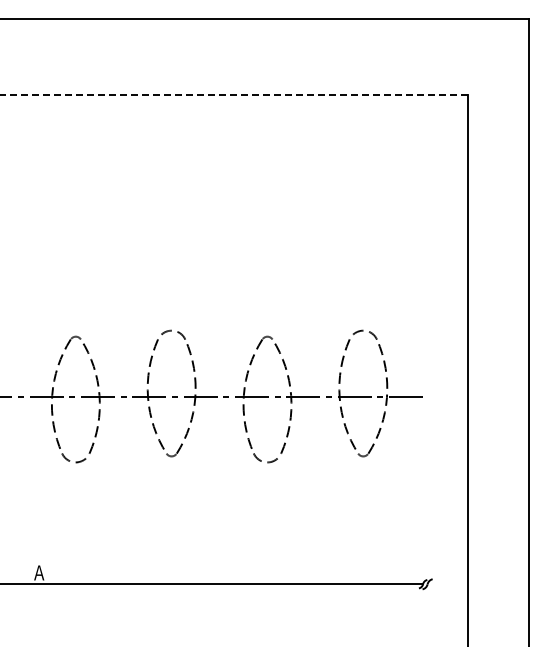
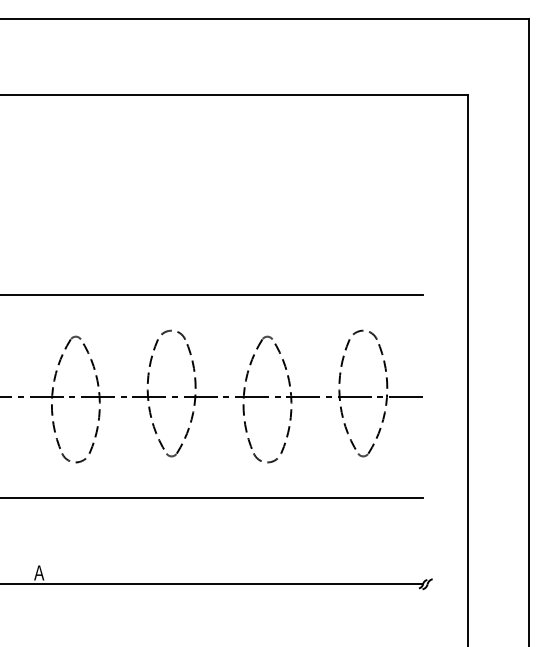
line at (234, 94): dashed -> solid
line at (212, 294): none -> present
line at (212, 498): none -> present
